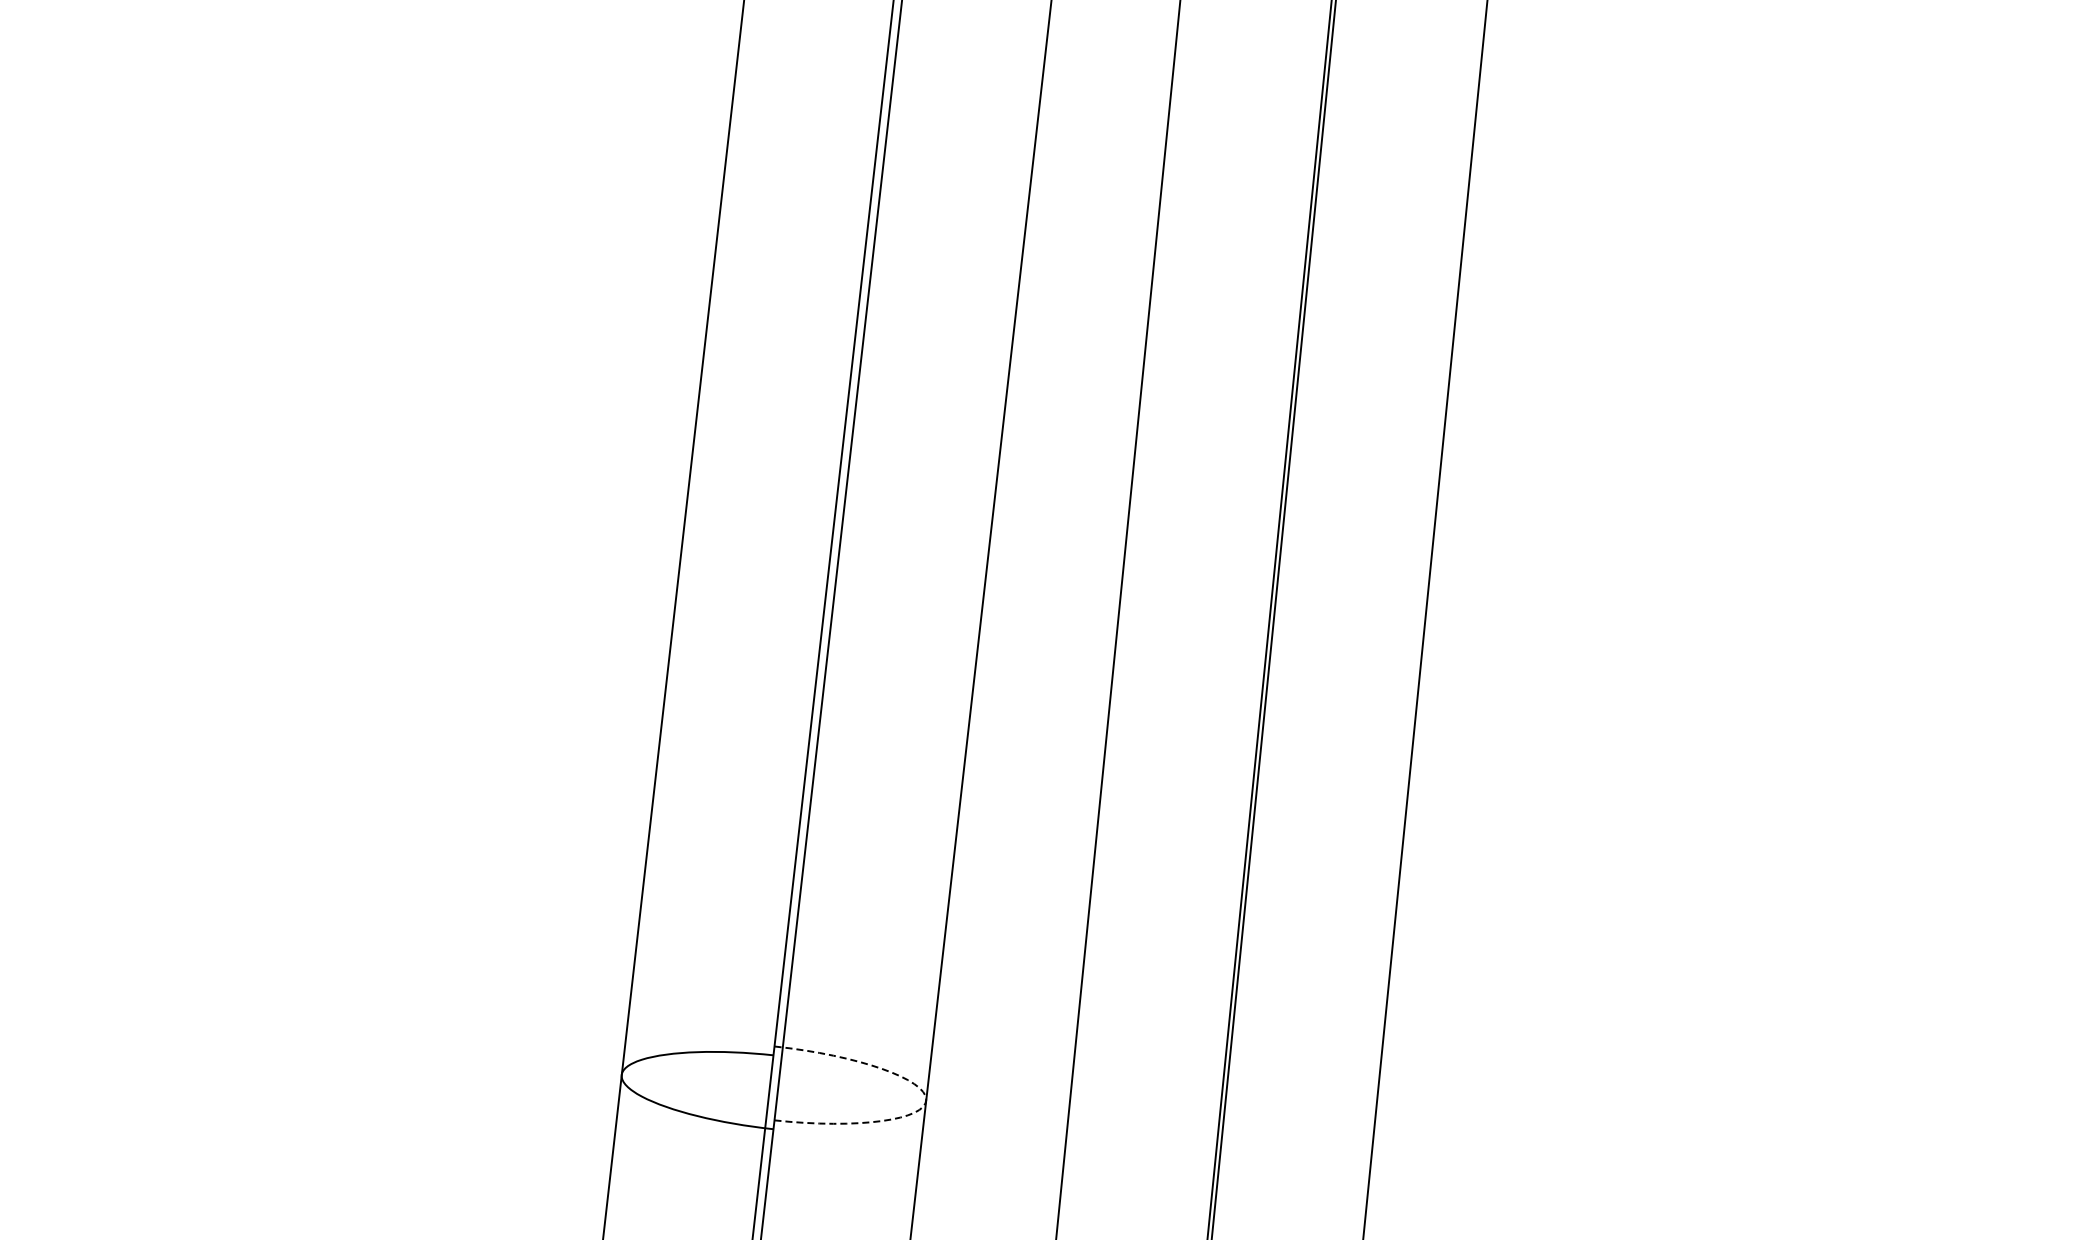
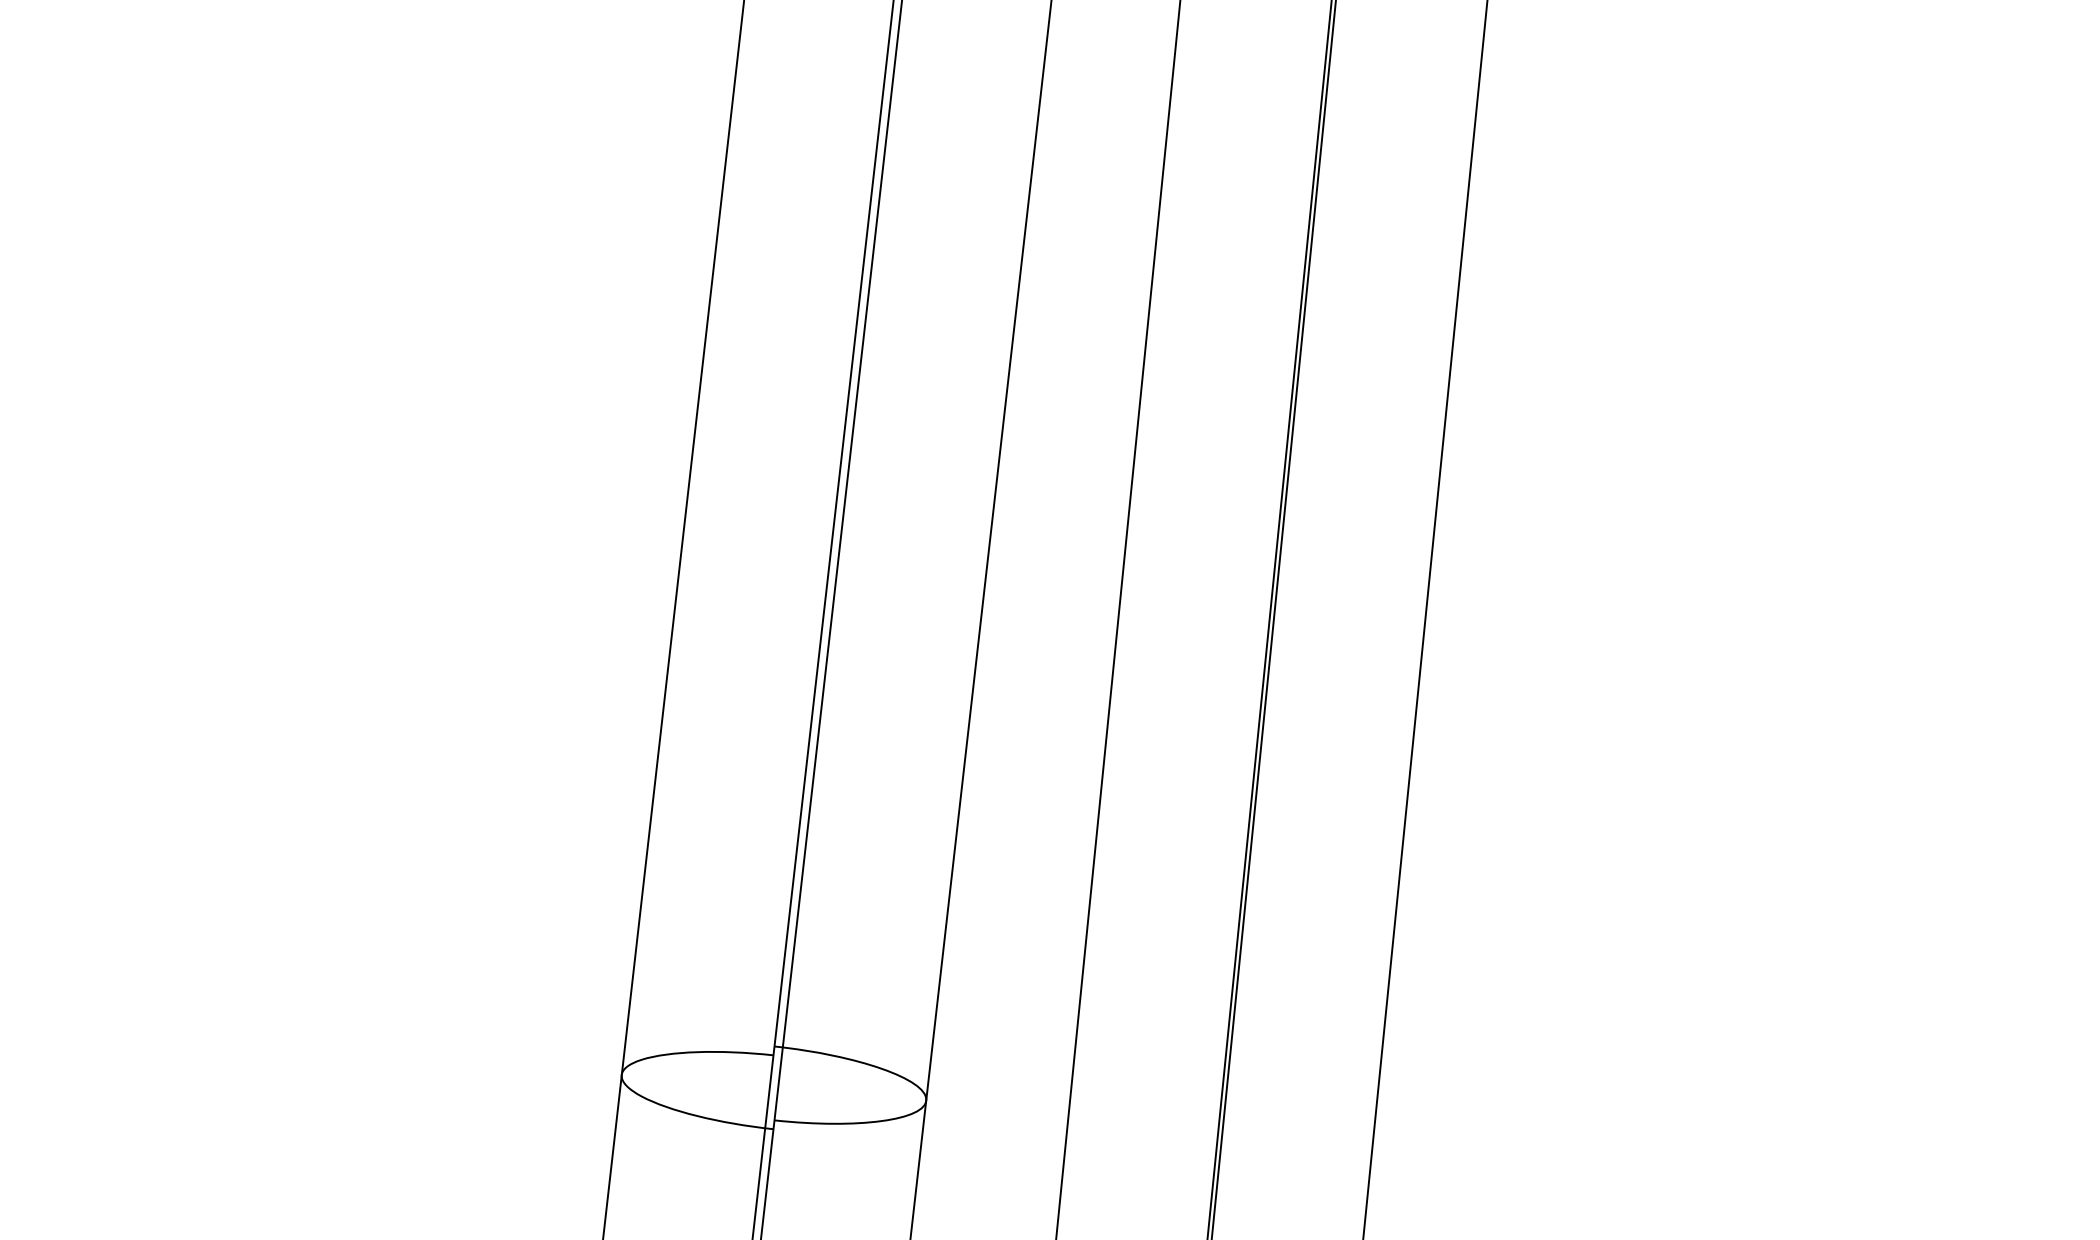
arc at (925, 1095): dashed -> solid
